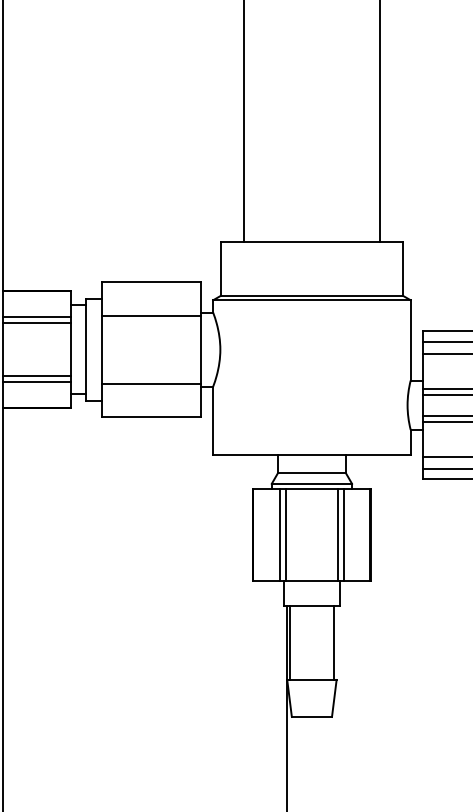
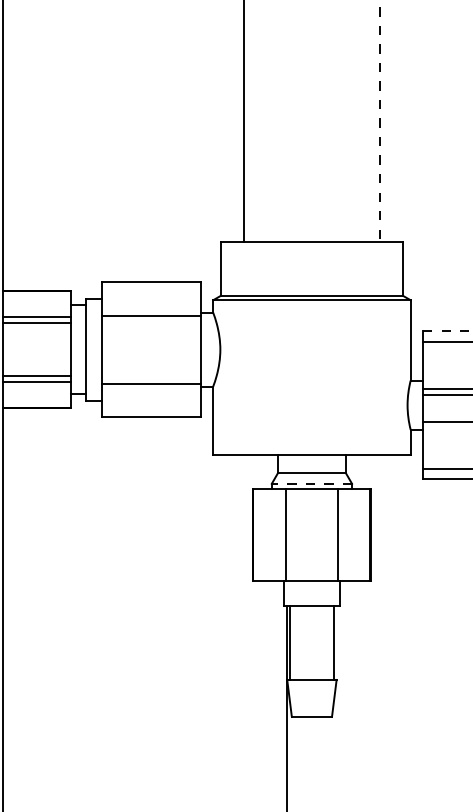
line at (379, 120): solid -> dashed
line at (448, 331): solid -> dashed
line at (446, 353): present -> none
line at (446, 415): present -> none
line at (446, 456): present -> none
line at (311, 483): solid -> dashed
line at (279, 534): present -> none
line at (344, 534): present -> none
